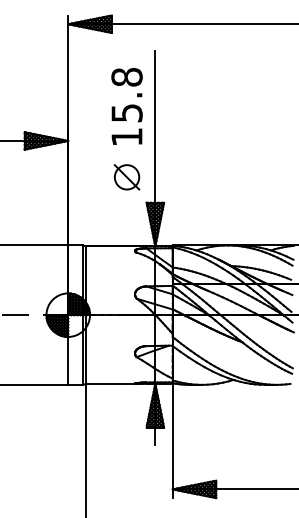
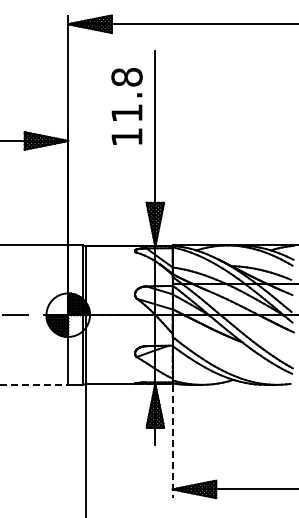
text at (126, 113): 15.8 -> 11.8
part at (126, 177): present -> none
line at (34, 384): solid -> dashed
line at (172, 441): solid -> dashed
